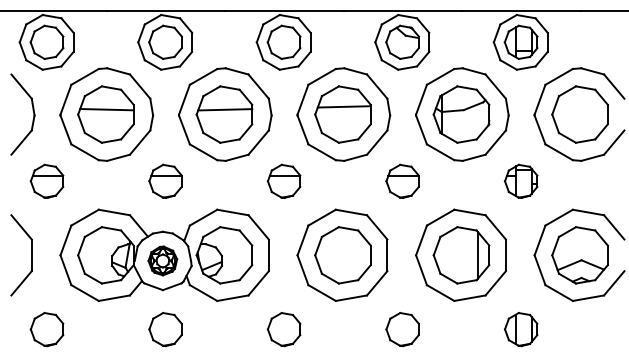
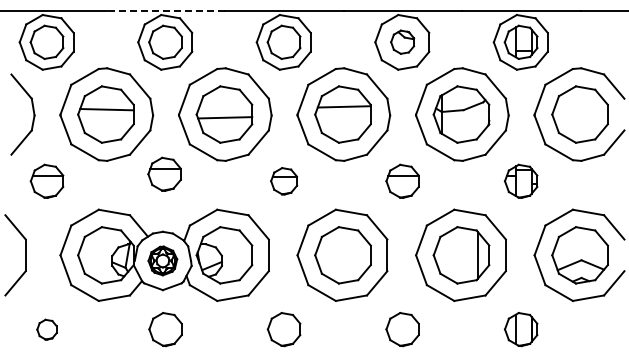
line at (165, 10): solid -> dashed
part at (402, 41) size: 35x36 px -> 26x26 px
line at (225, 109) position: (225, 109) -> (225, 117)
part at (165, 180) position: (165, 180) -> (164, 173)
part at (283, 180) size: 36x36 px -> 29x29 px
part at (31, 255) position: (31, 255) -> (25, 255)
part at (46, 329) size: 36x36 px -> 22x23 px
